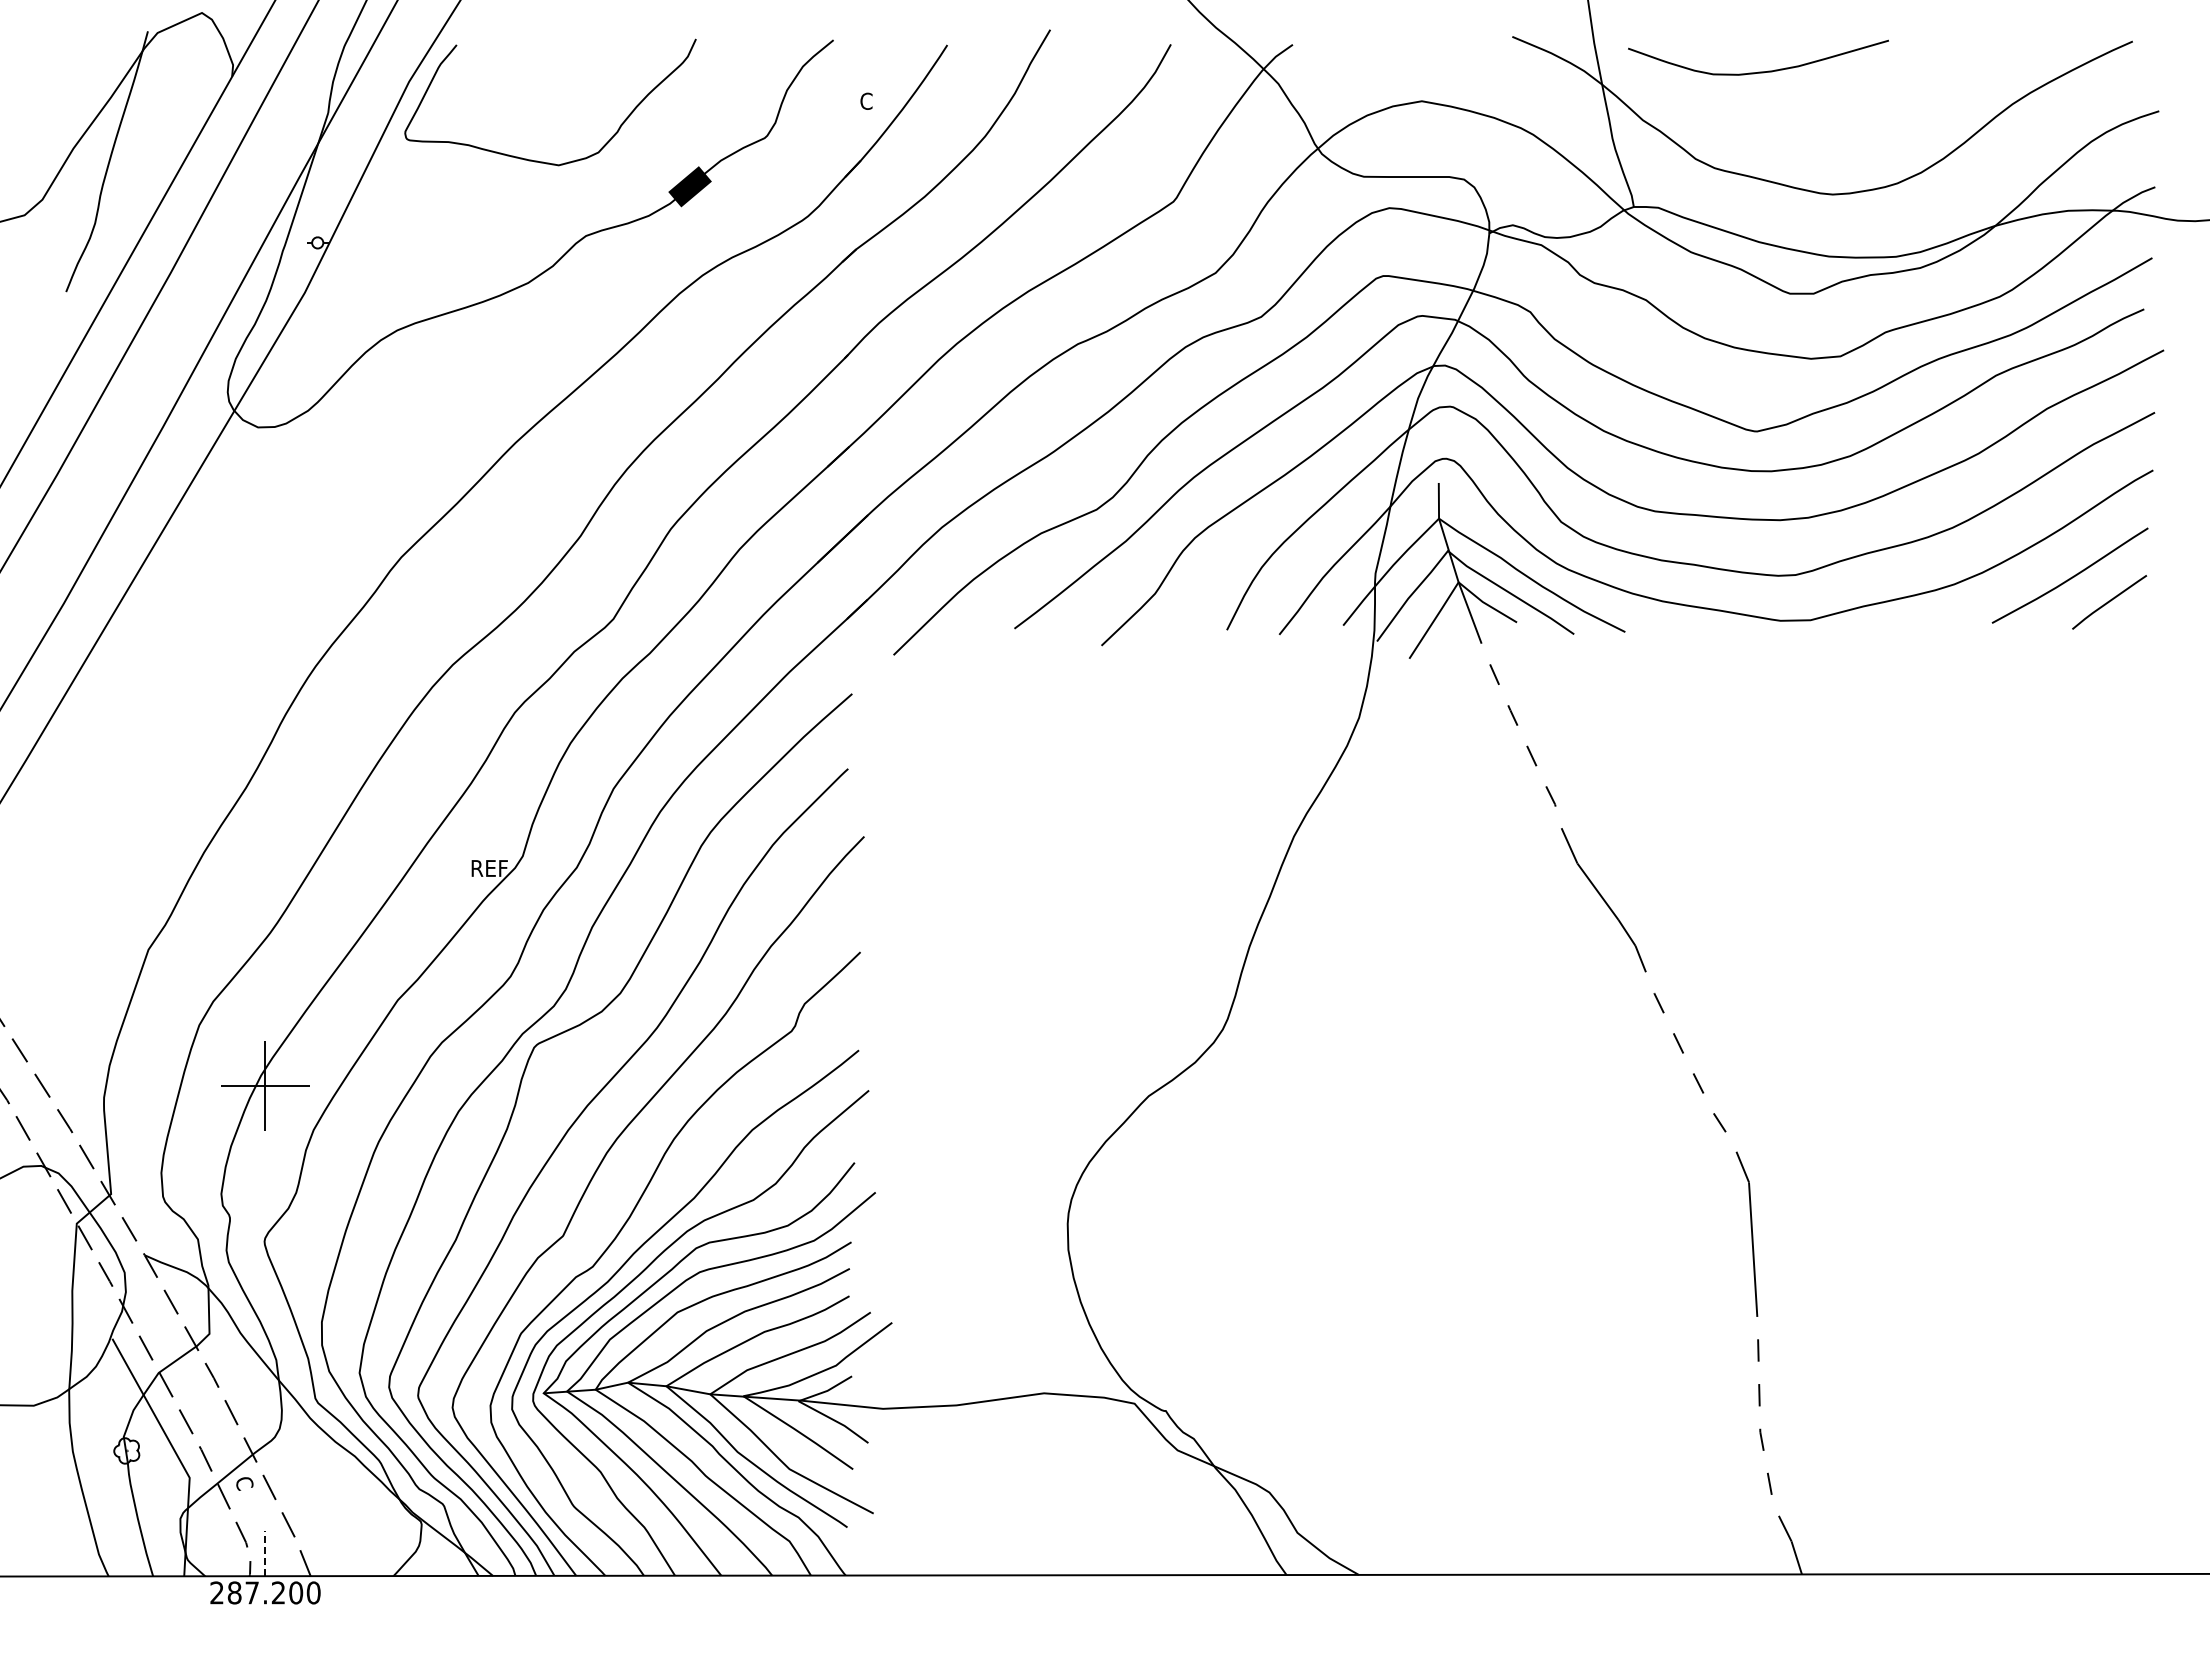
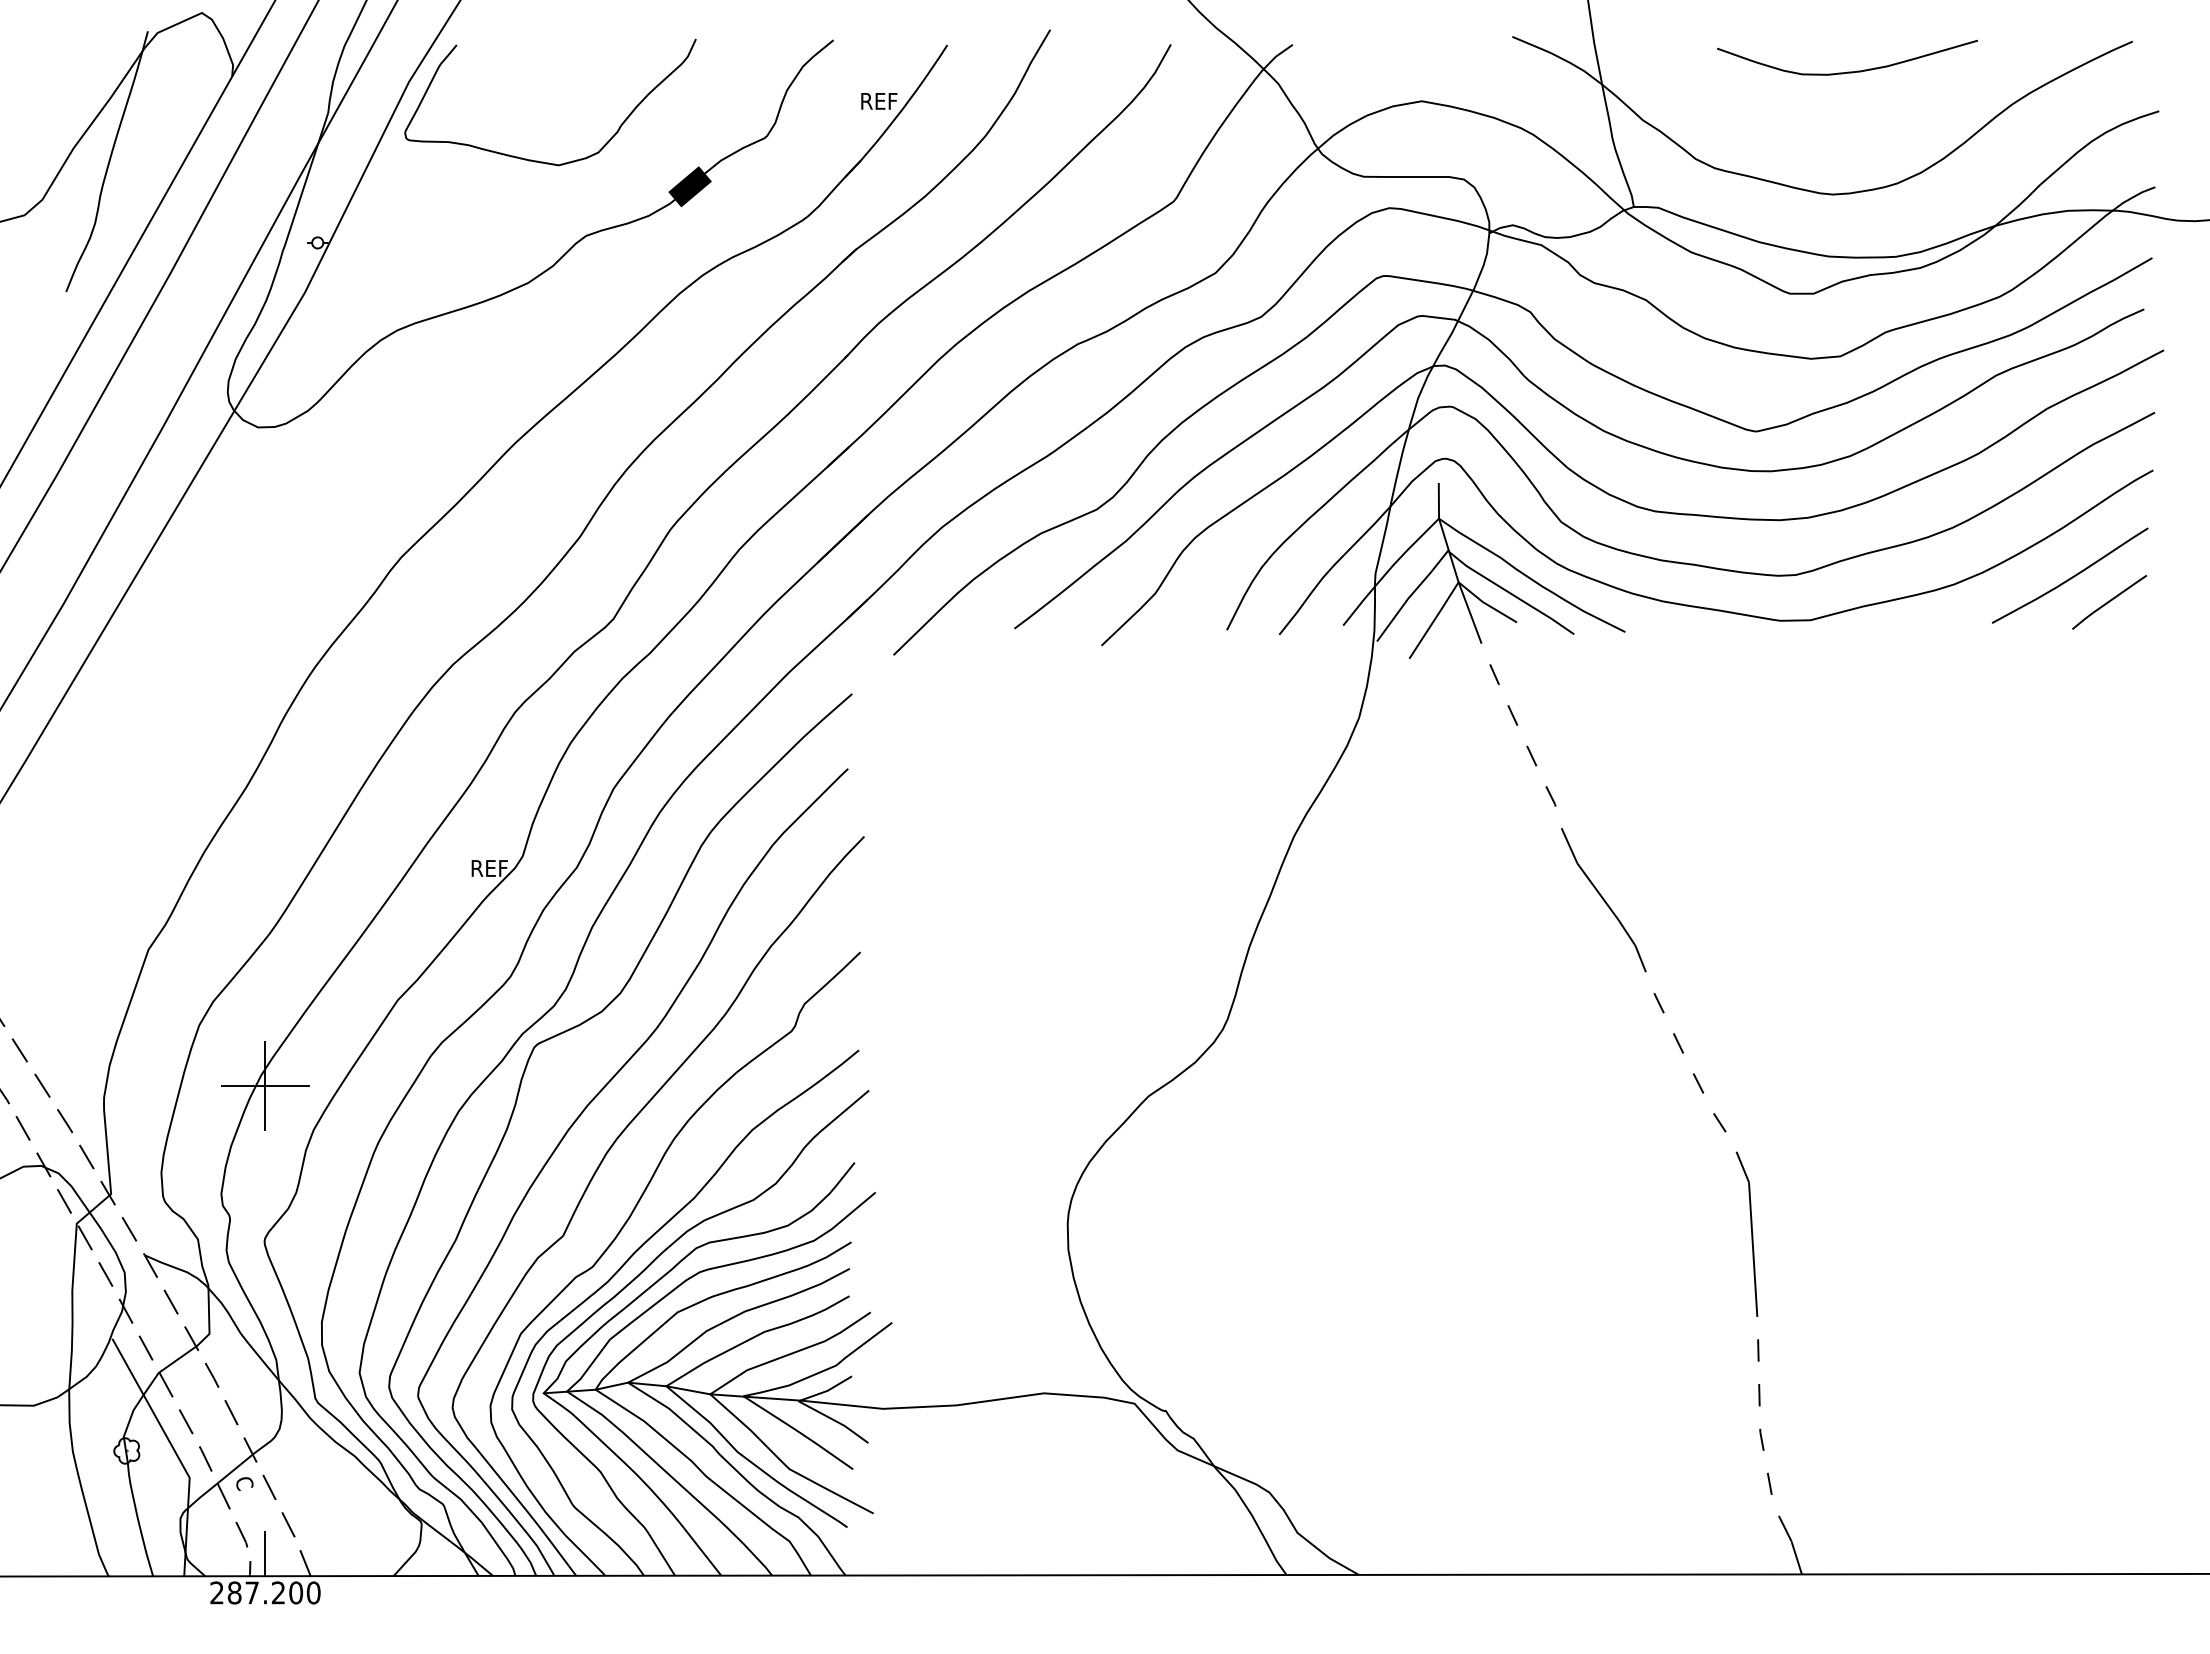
curve at (1758, 71) position: (1758, 71) -> (1847, 71)
text at (878, 100): C -> REF
line at (265, 1553): dashed -> solid
